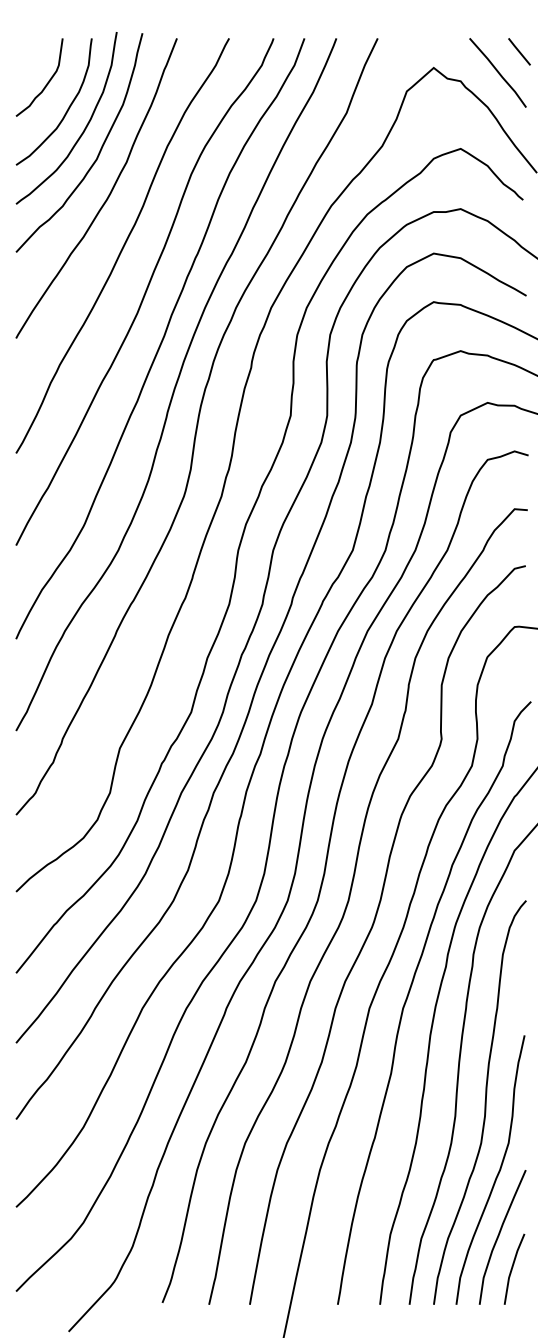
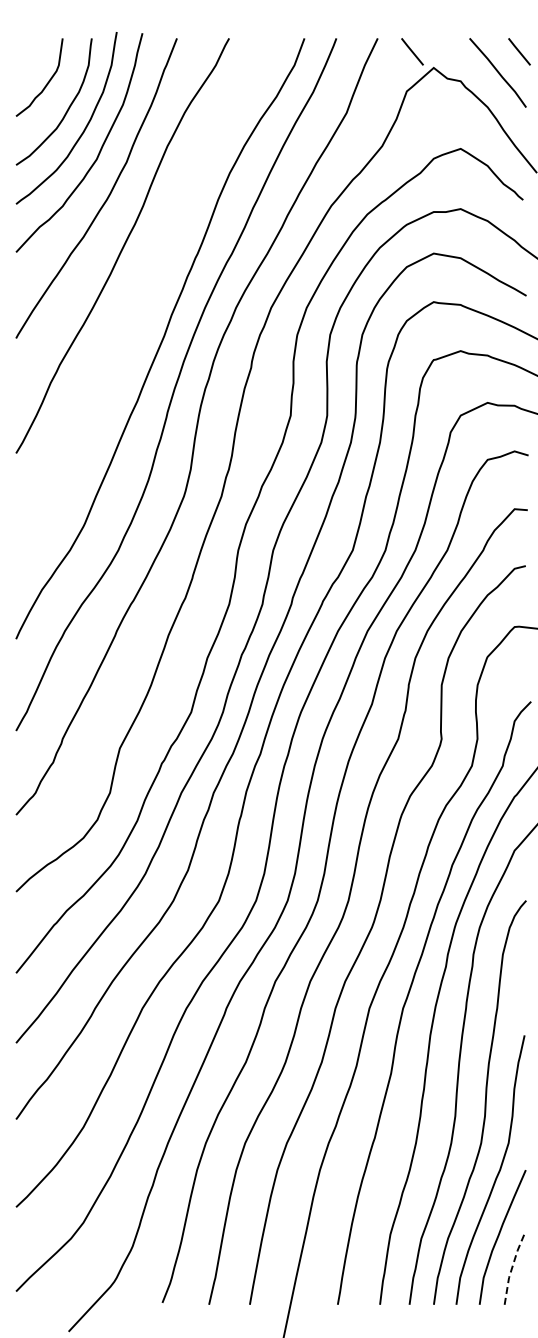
line at (412, 51): none -> present
curve at (145, 291): present -> none
line at (511, 1268): solid -> dashed
